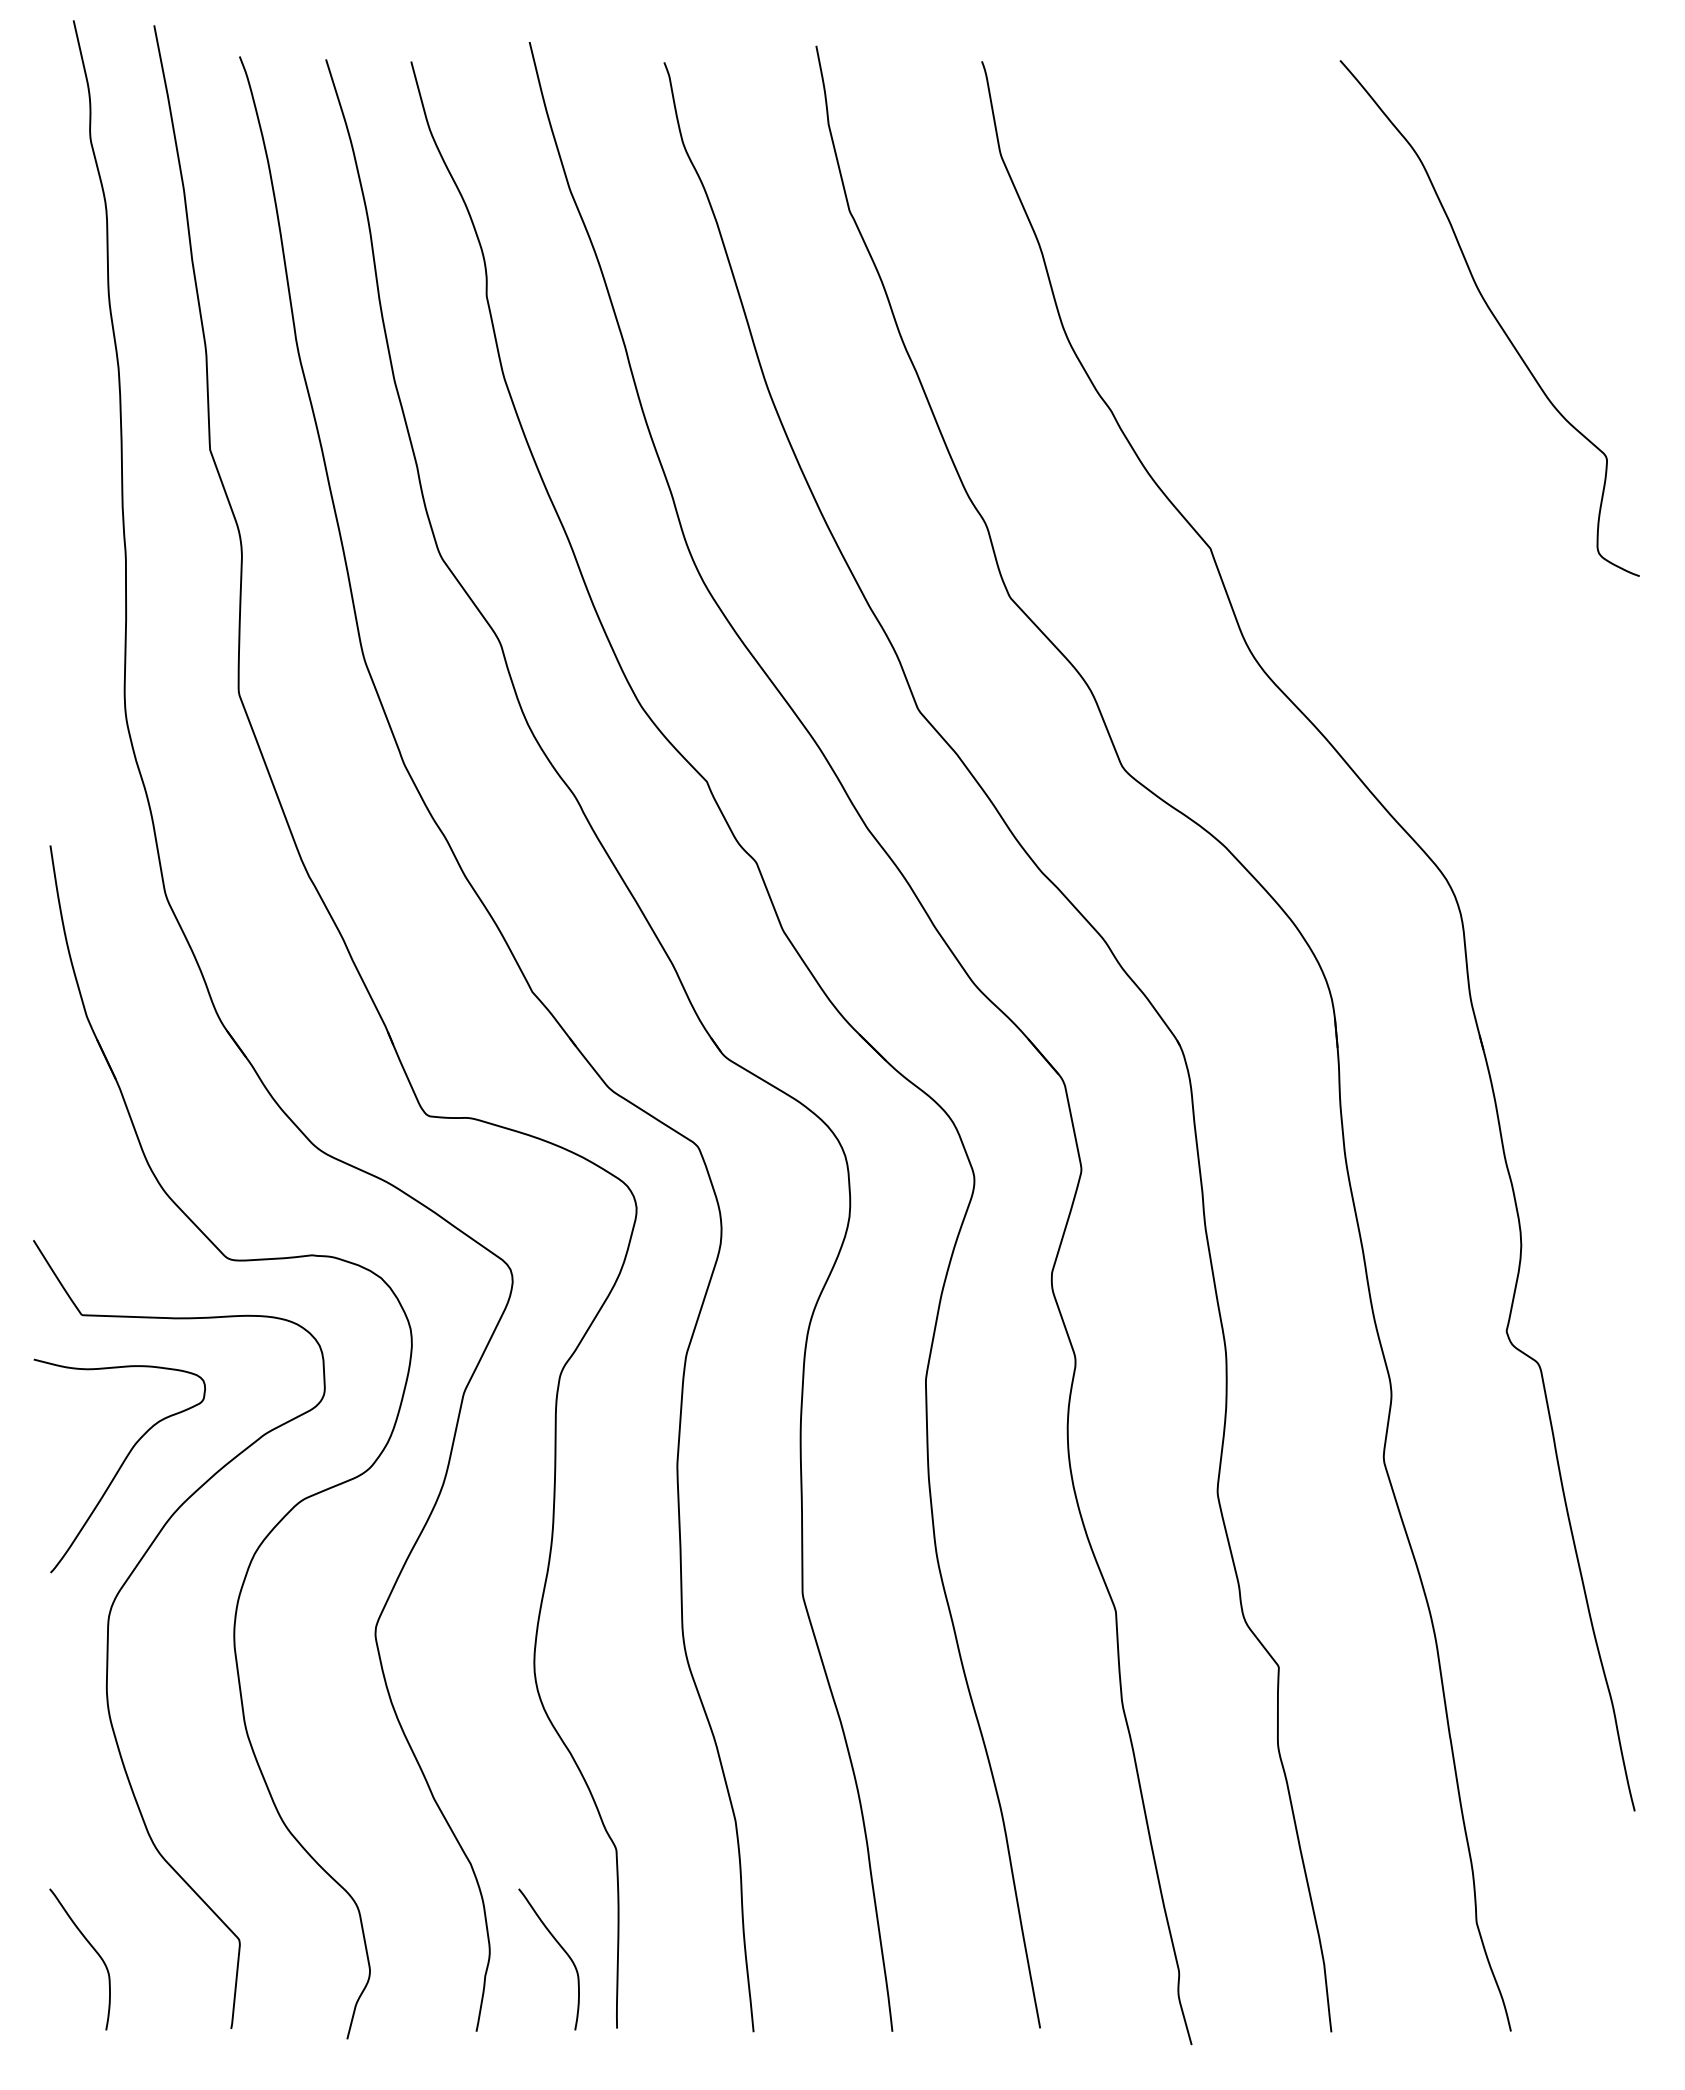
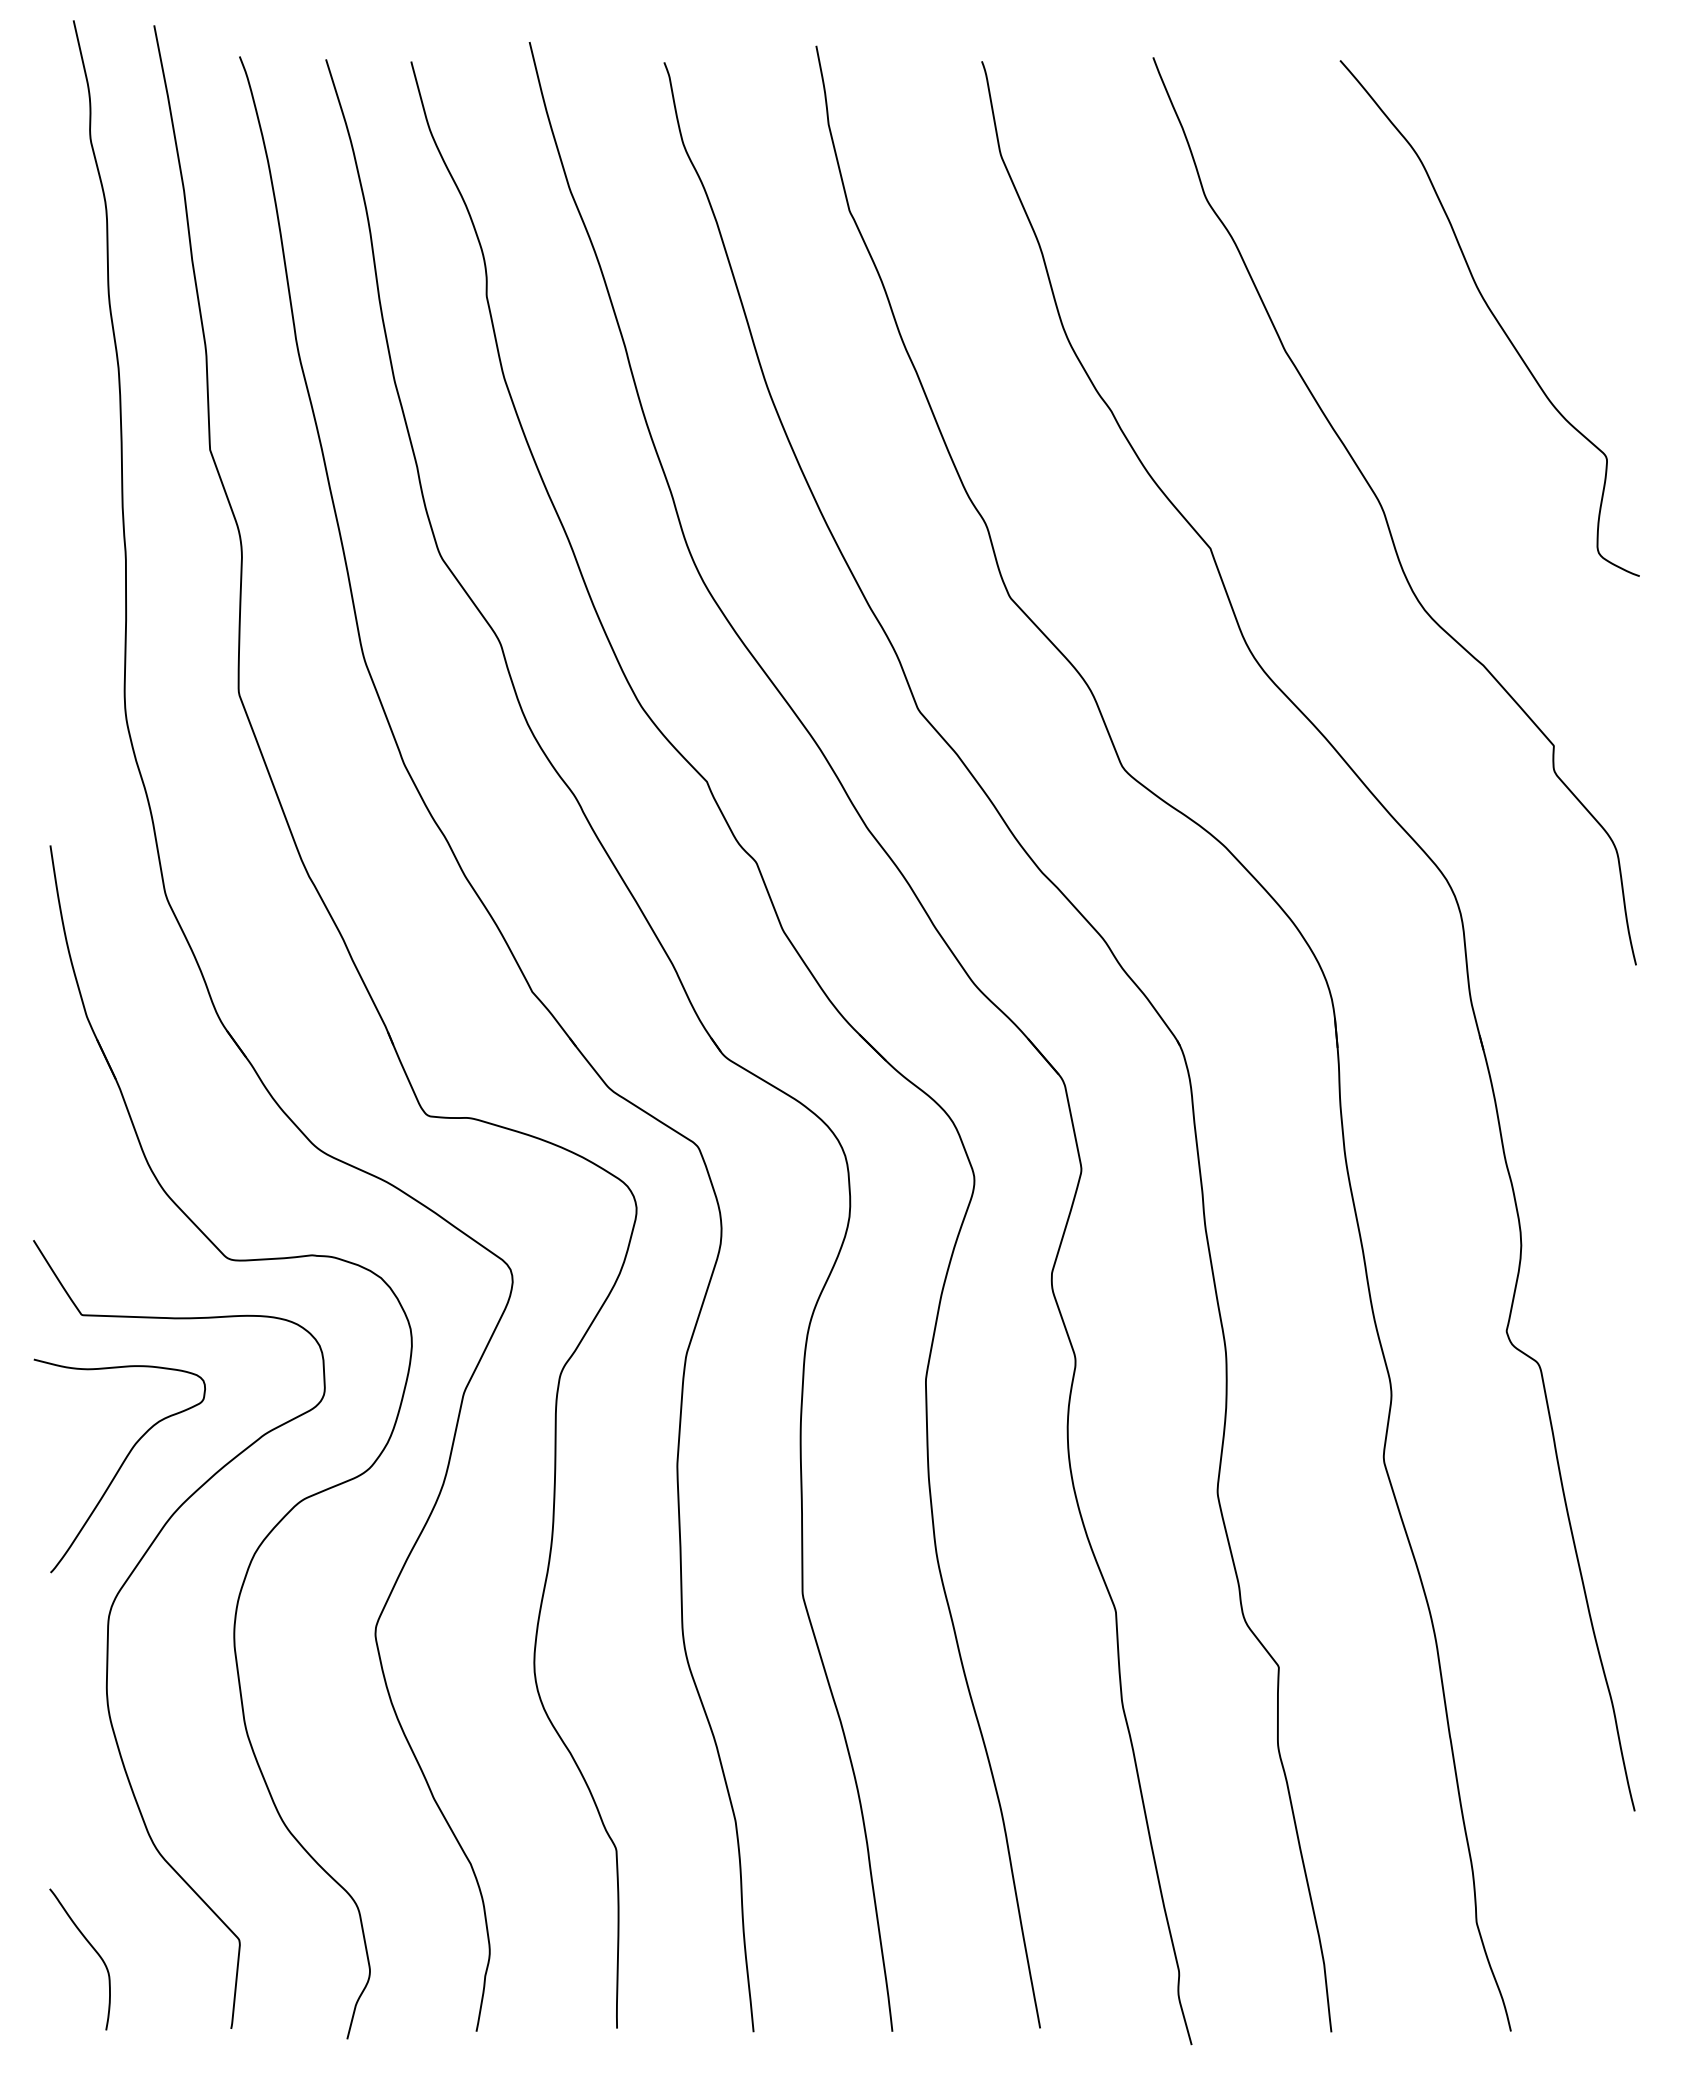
curve at (1385, 513): none -> present
curve at (560, 1947): present -> none
